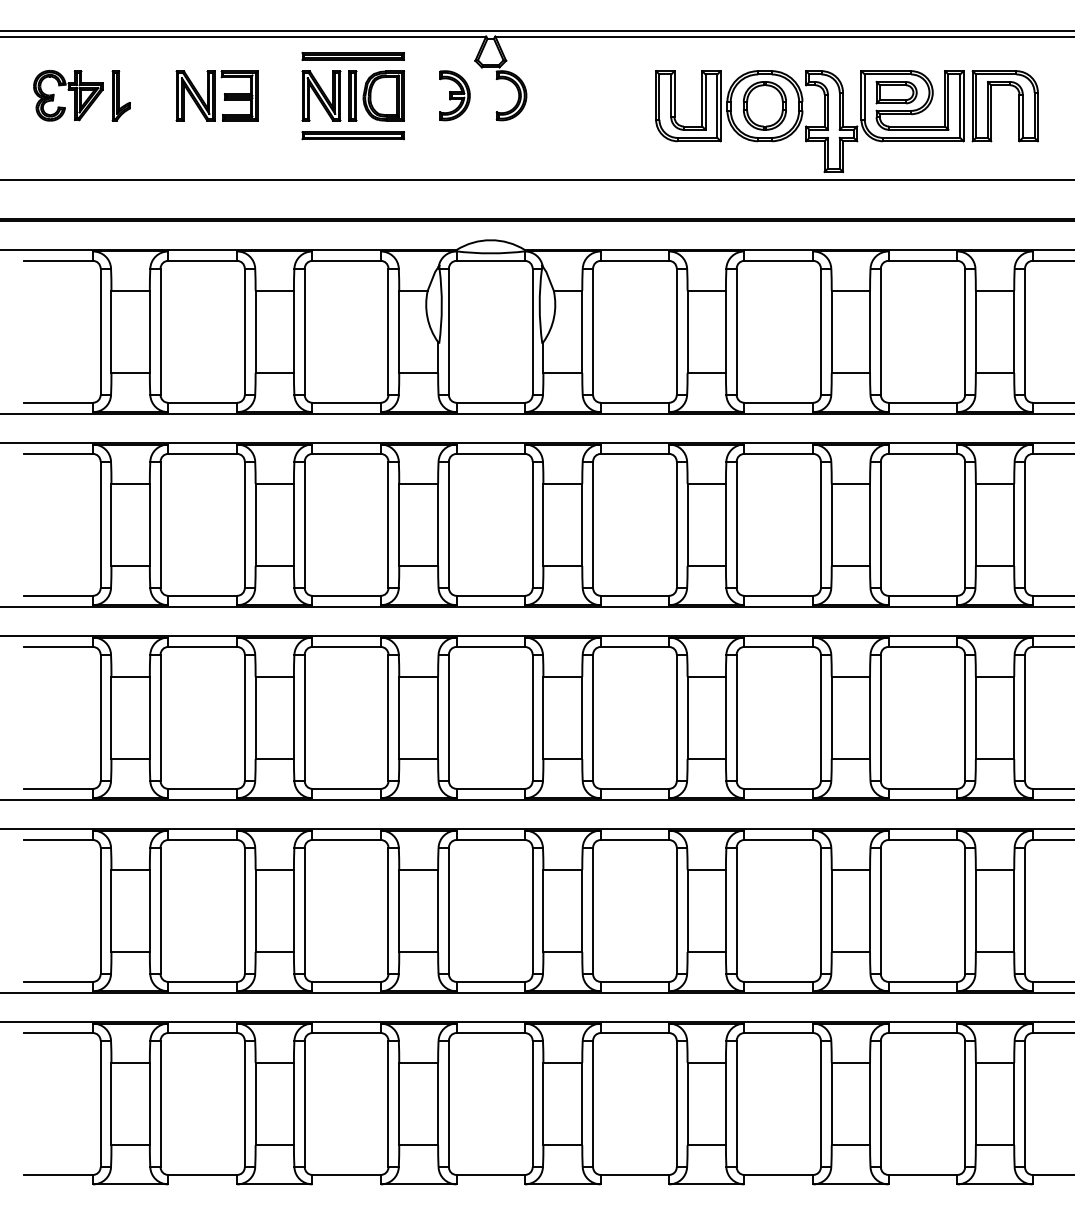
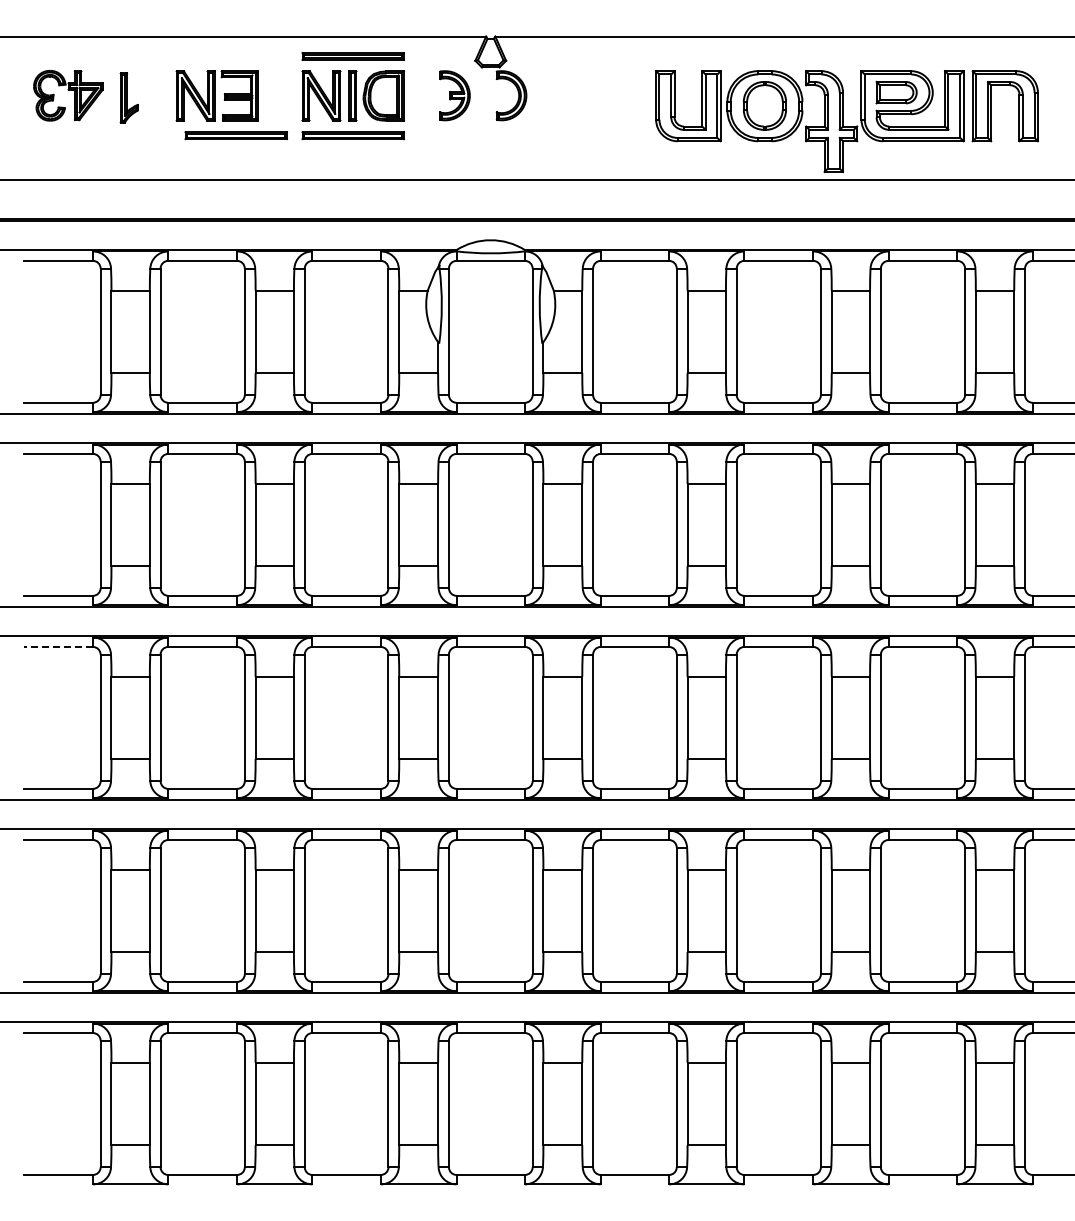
line at (536, 31): present -> none
part at (120, 95) position: (120, 95) -> (128, 97)
part at (235, 135): none -> present
line at (58, 646): solid -> dashed
